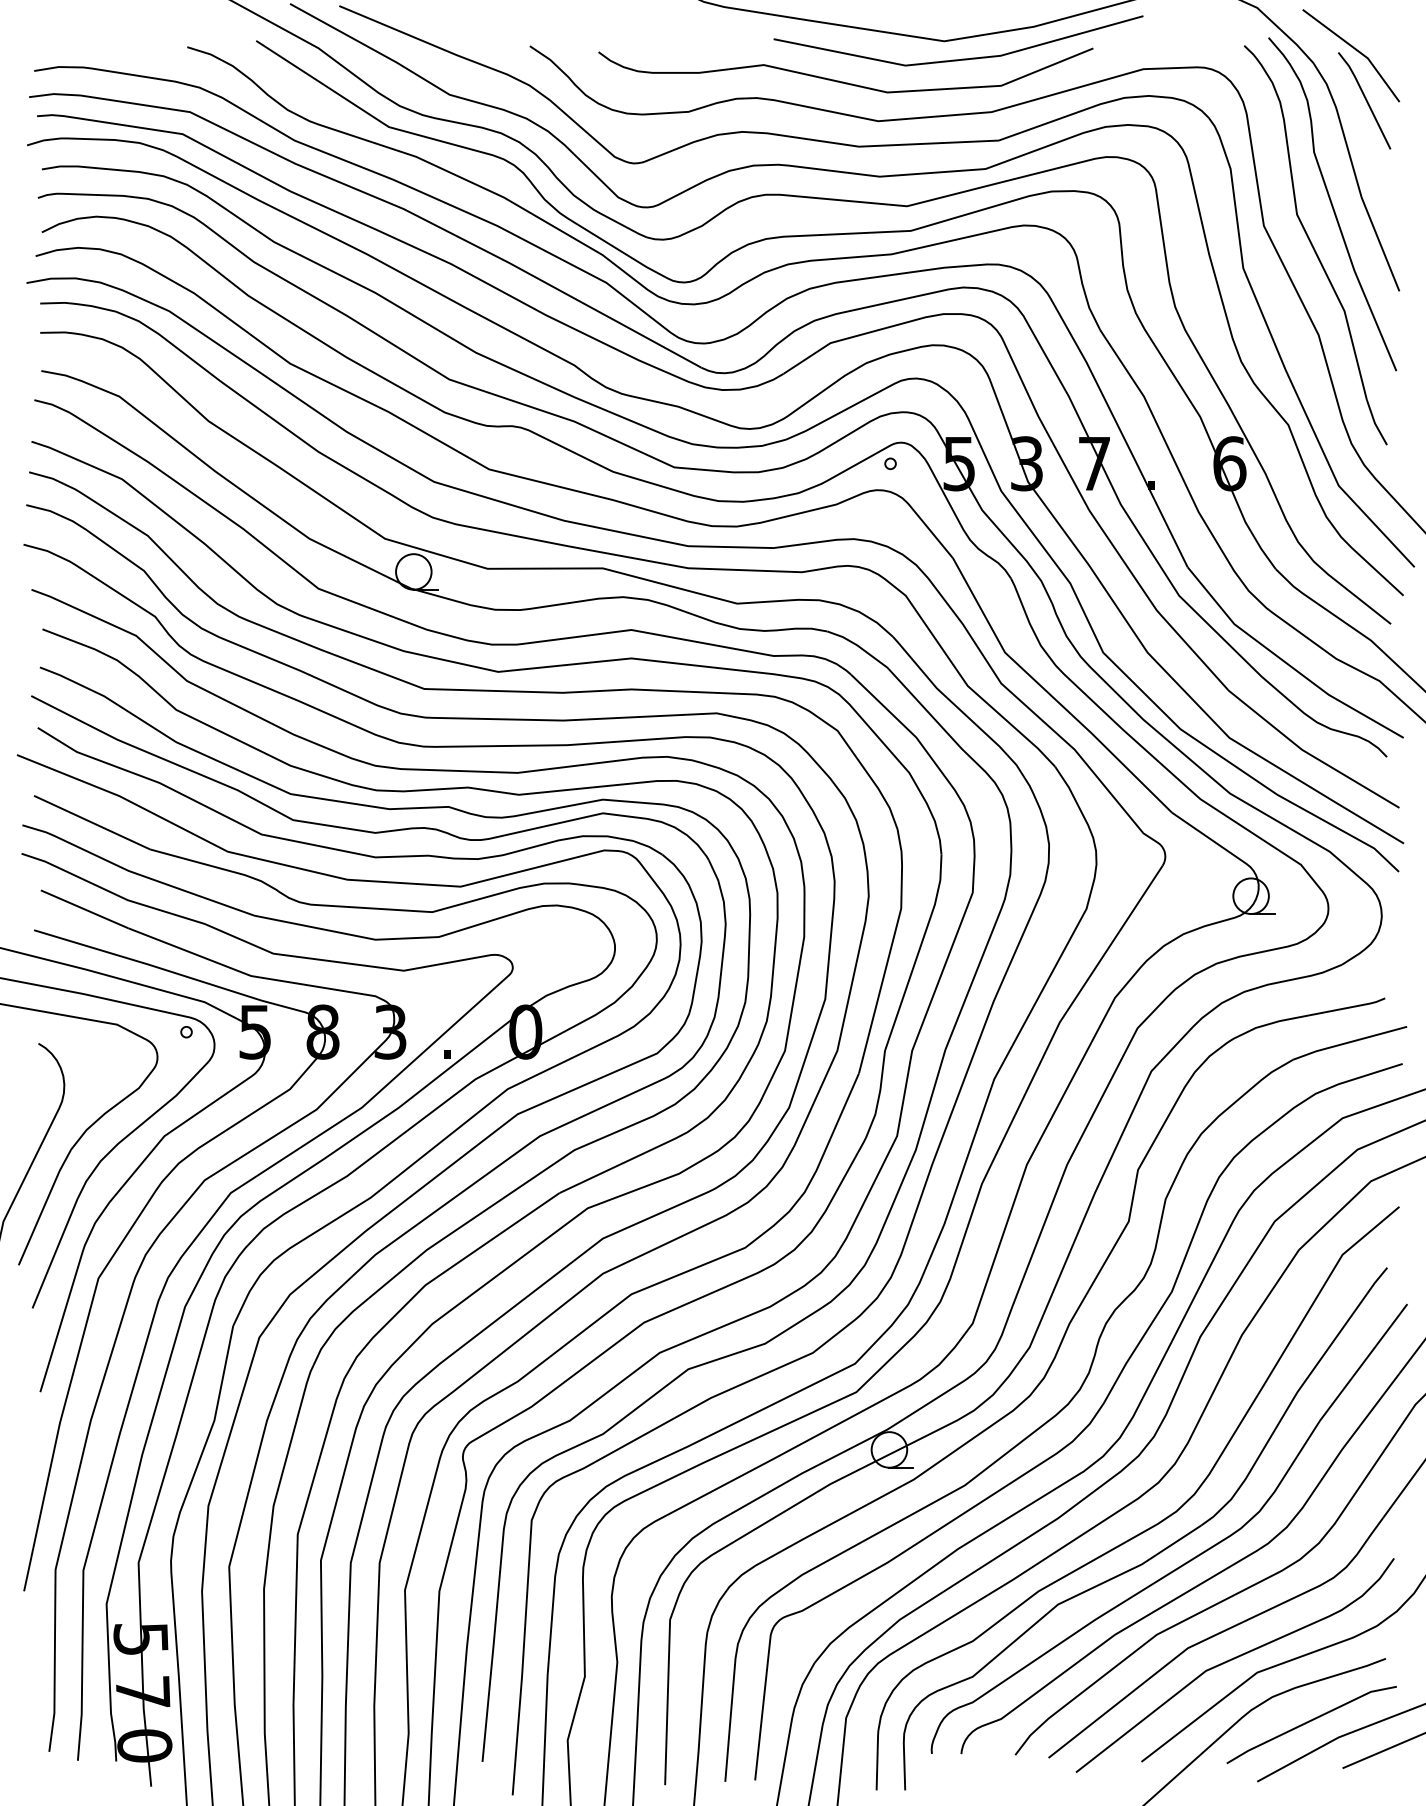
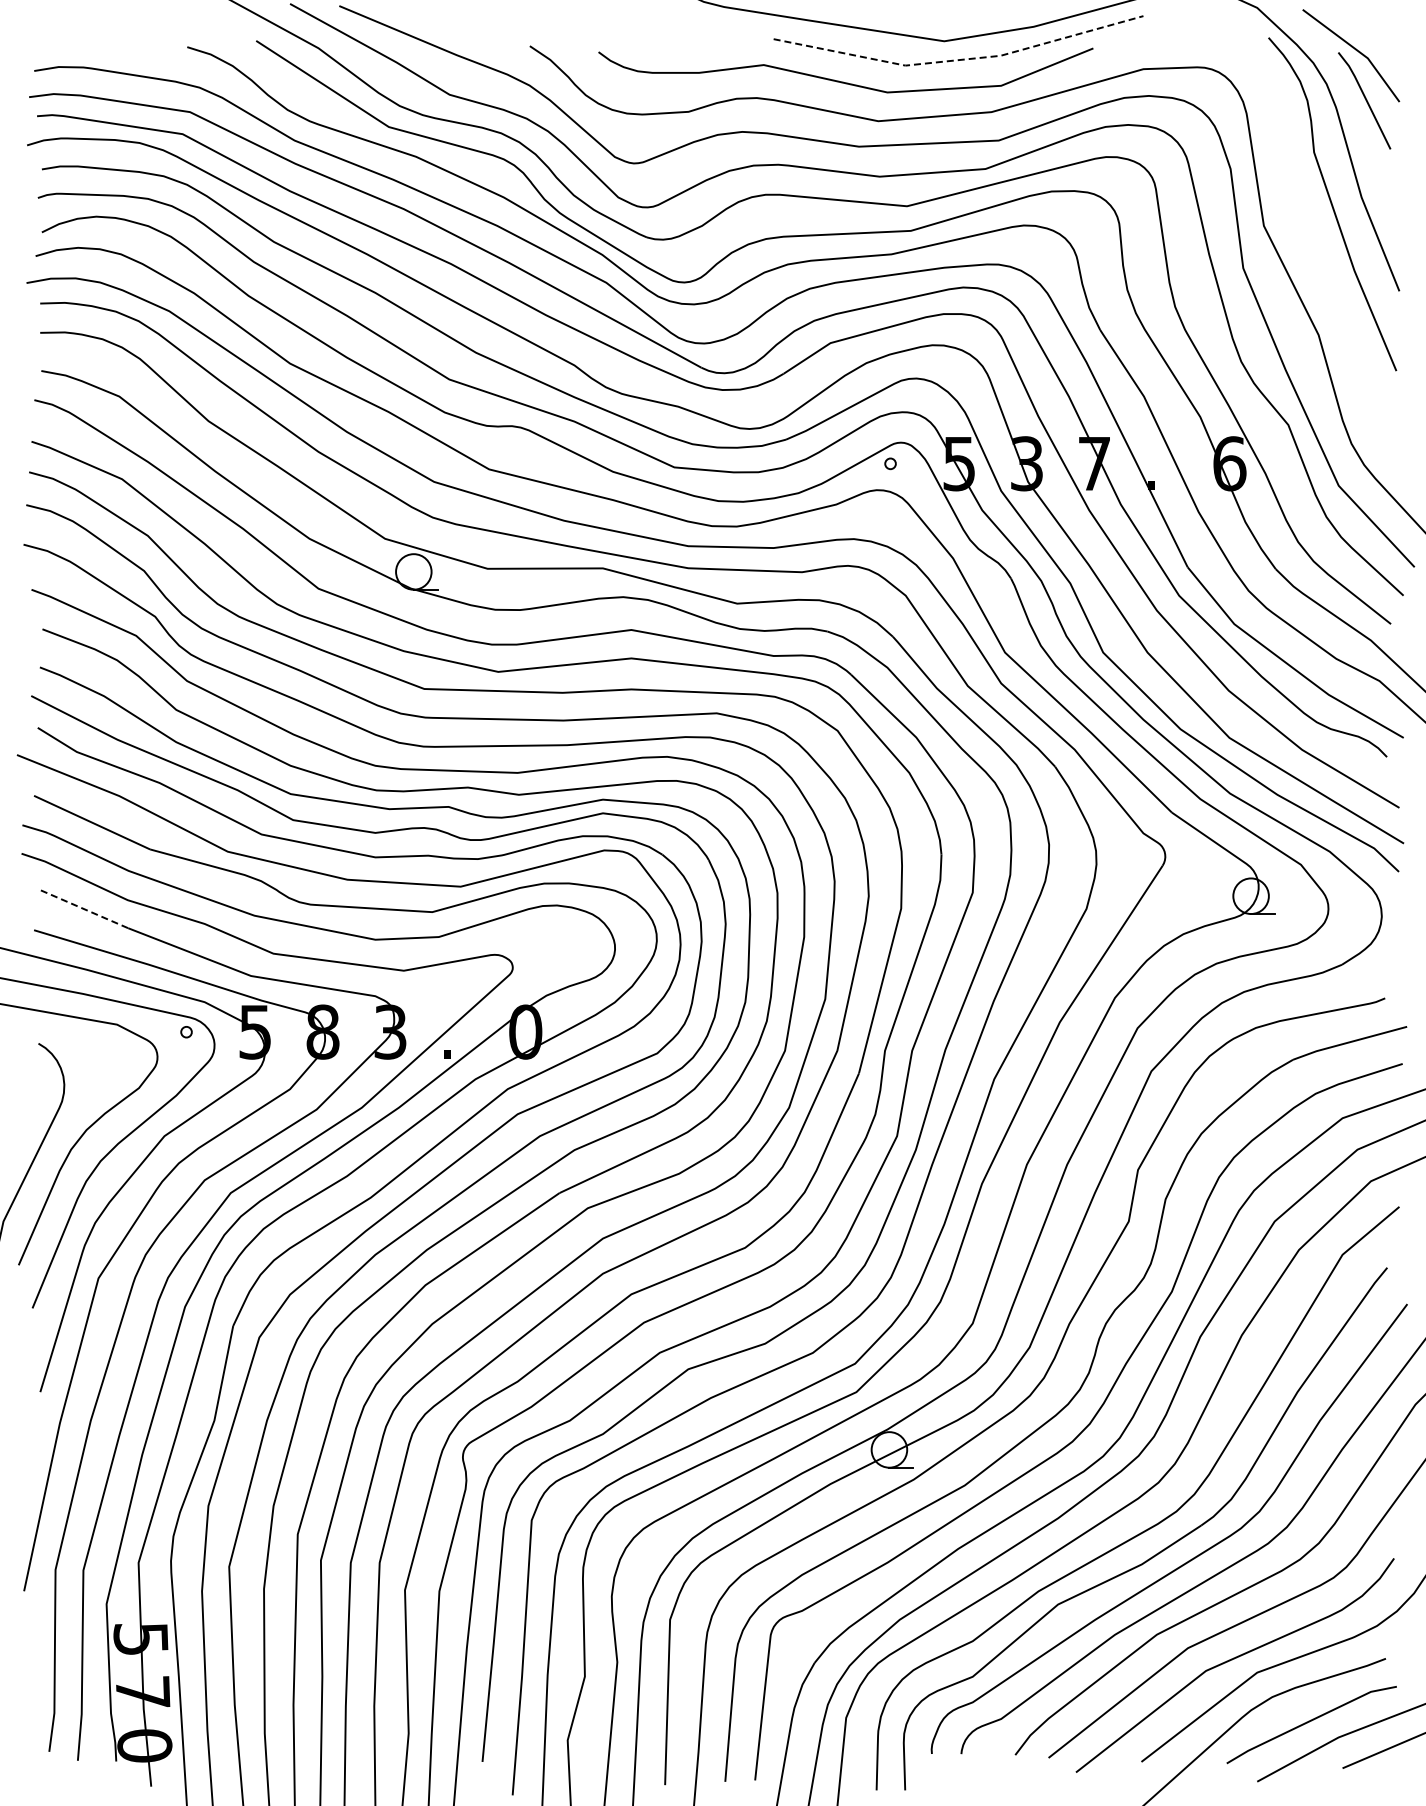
line at (960, 60): solid -> dashed
part at (1315, 245): present -> none
line at (84, 909): solid -> dashed
